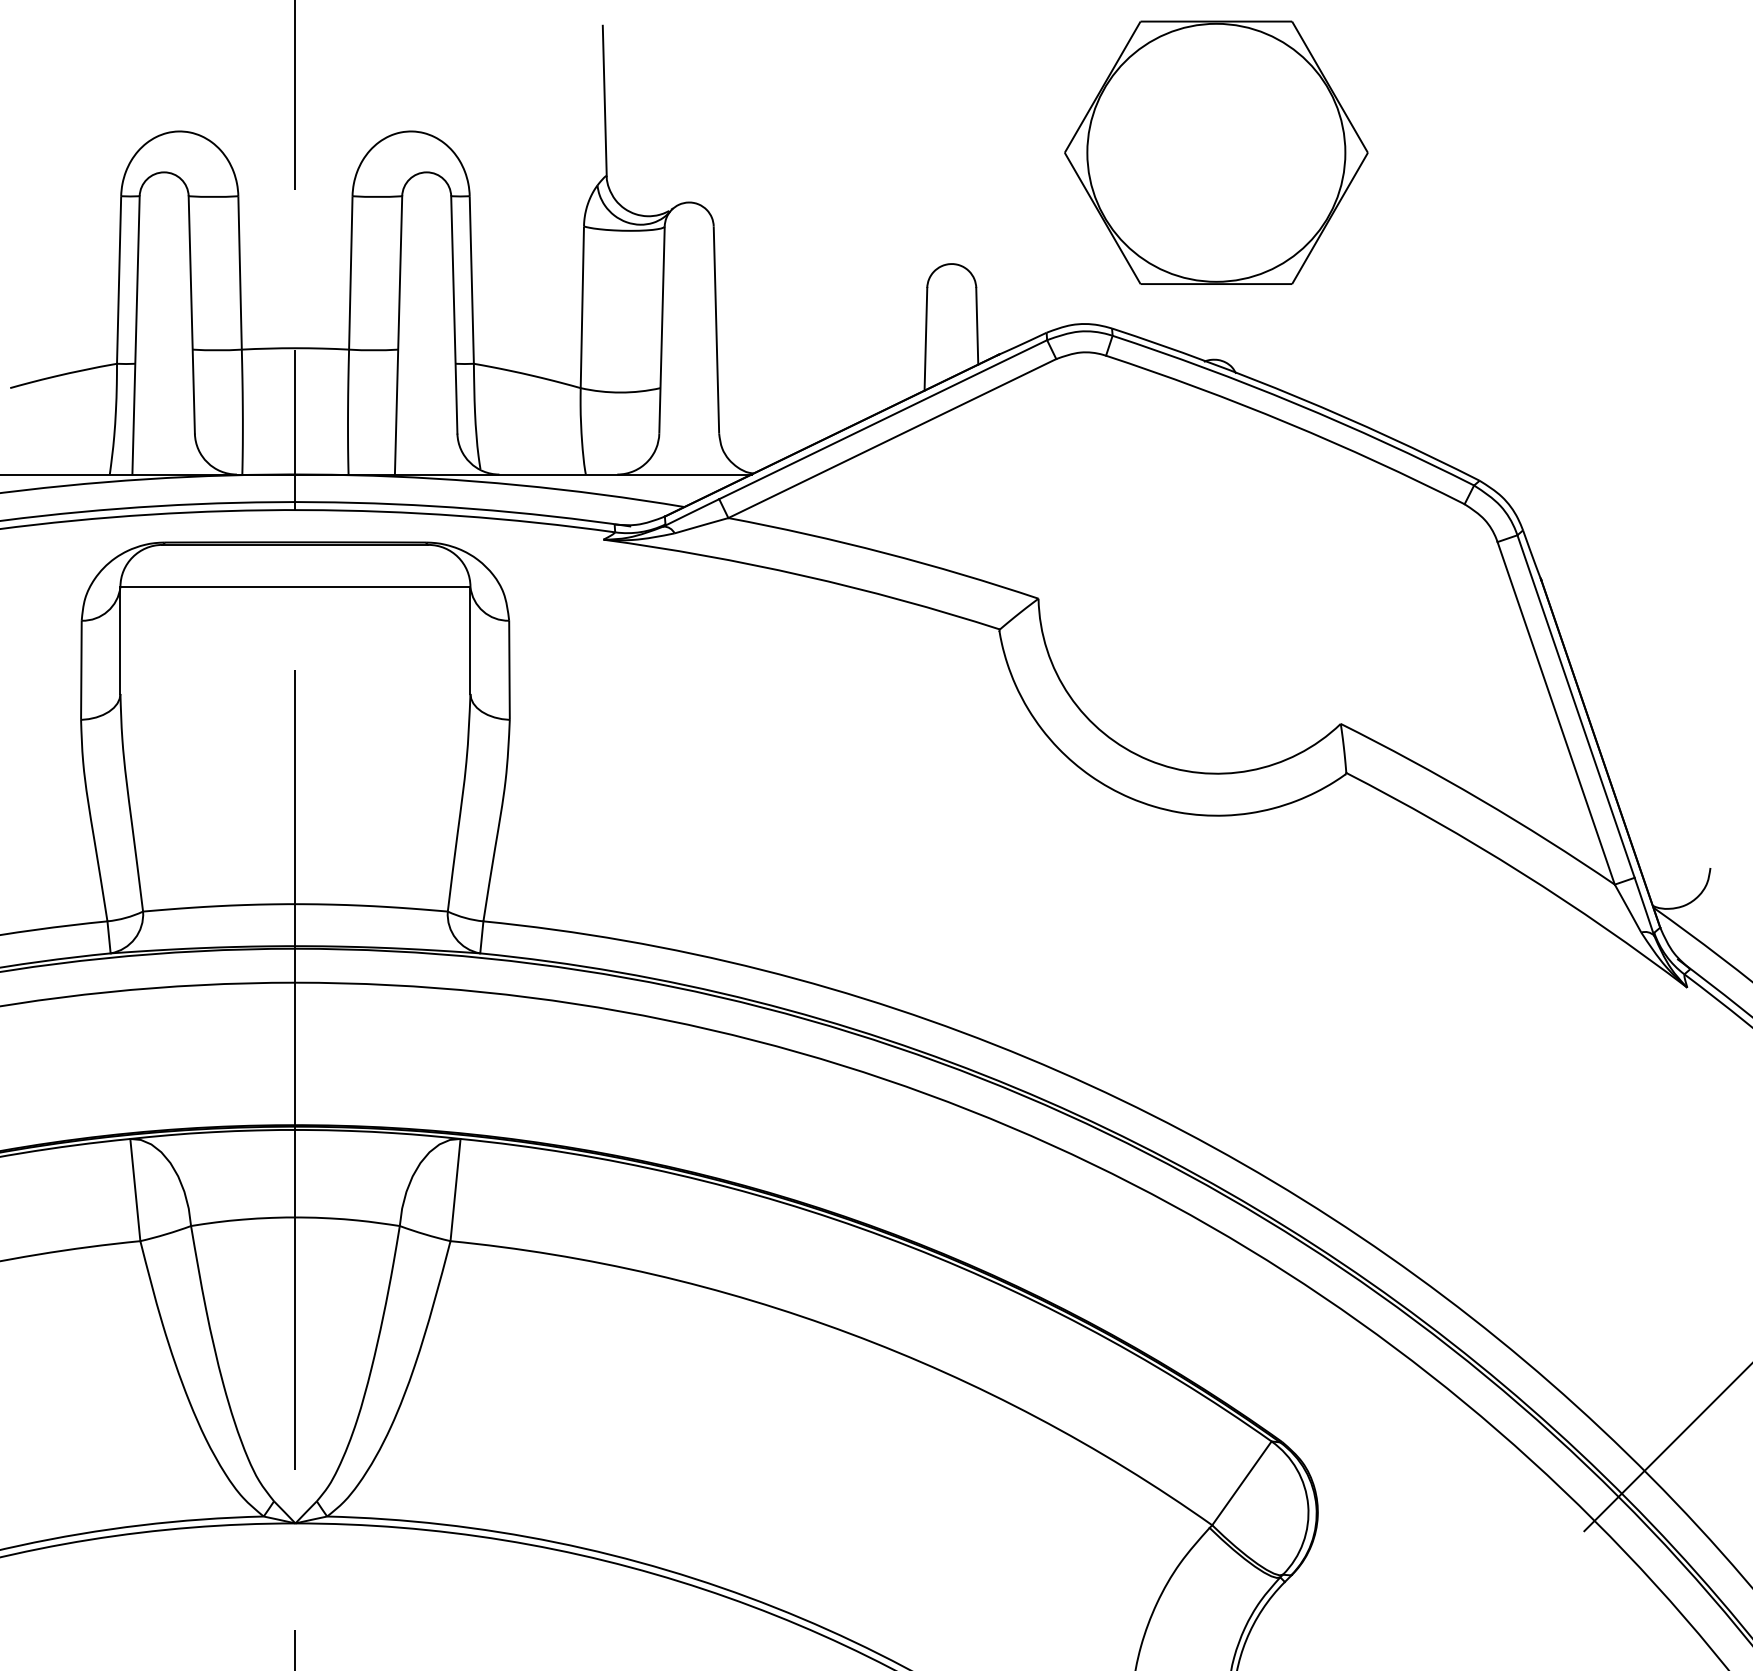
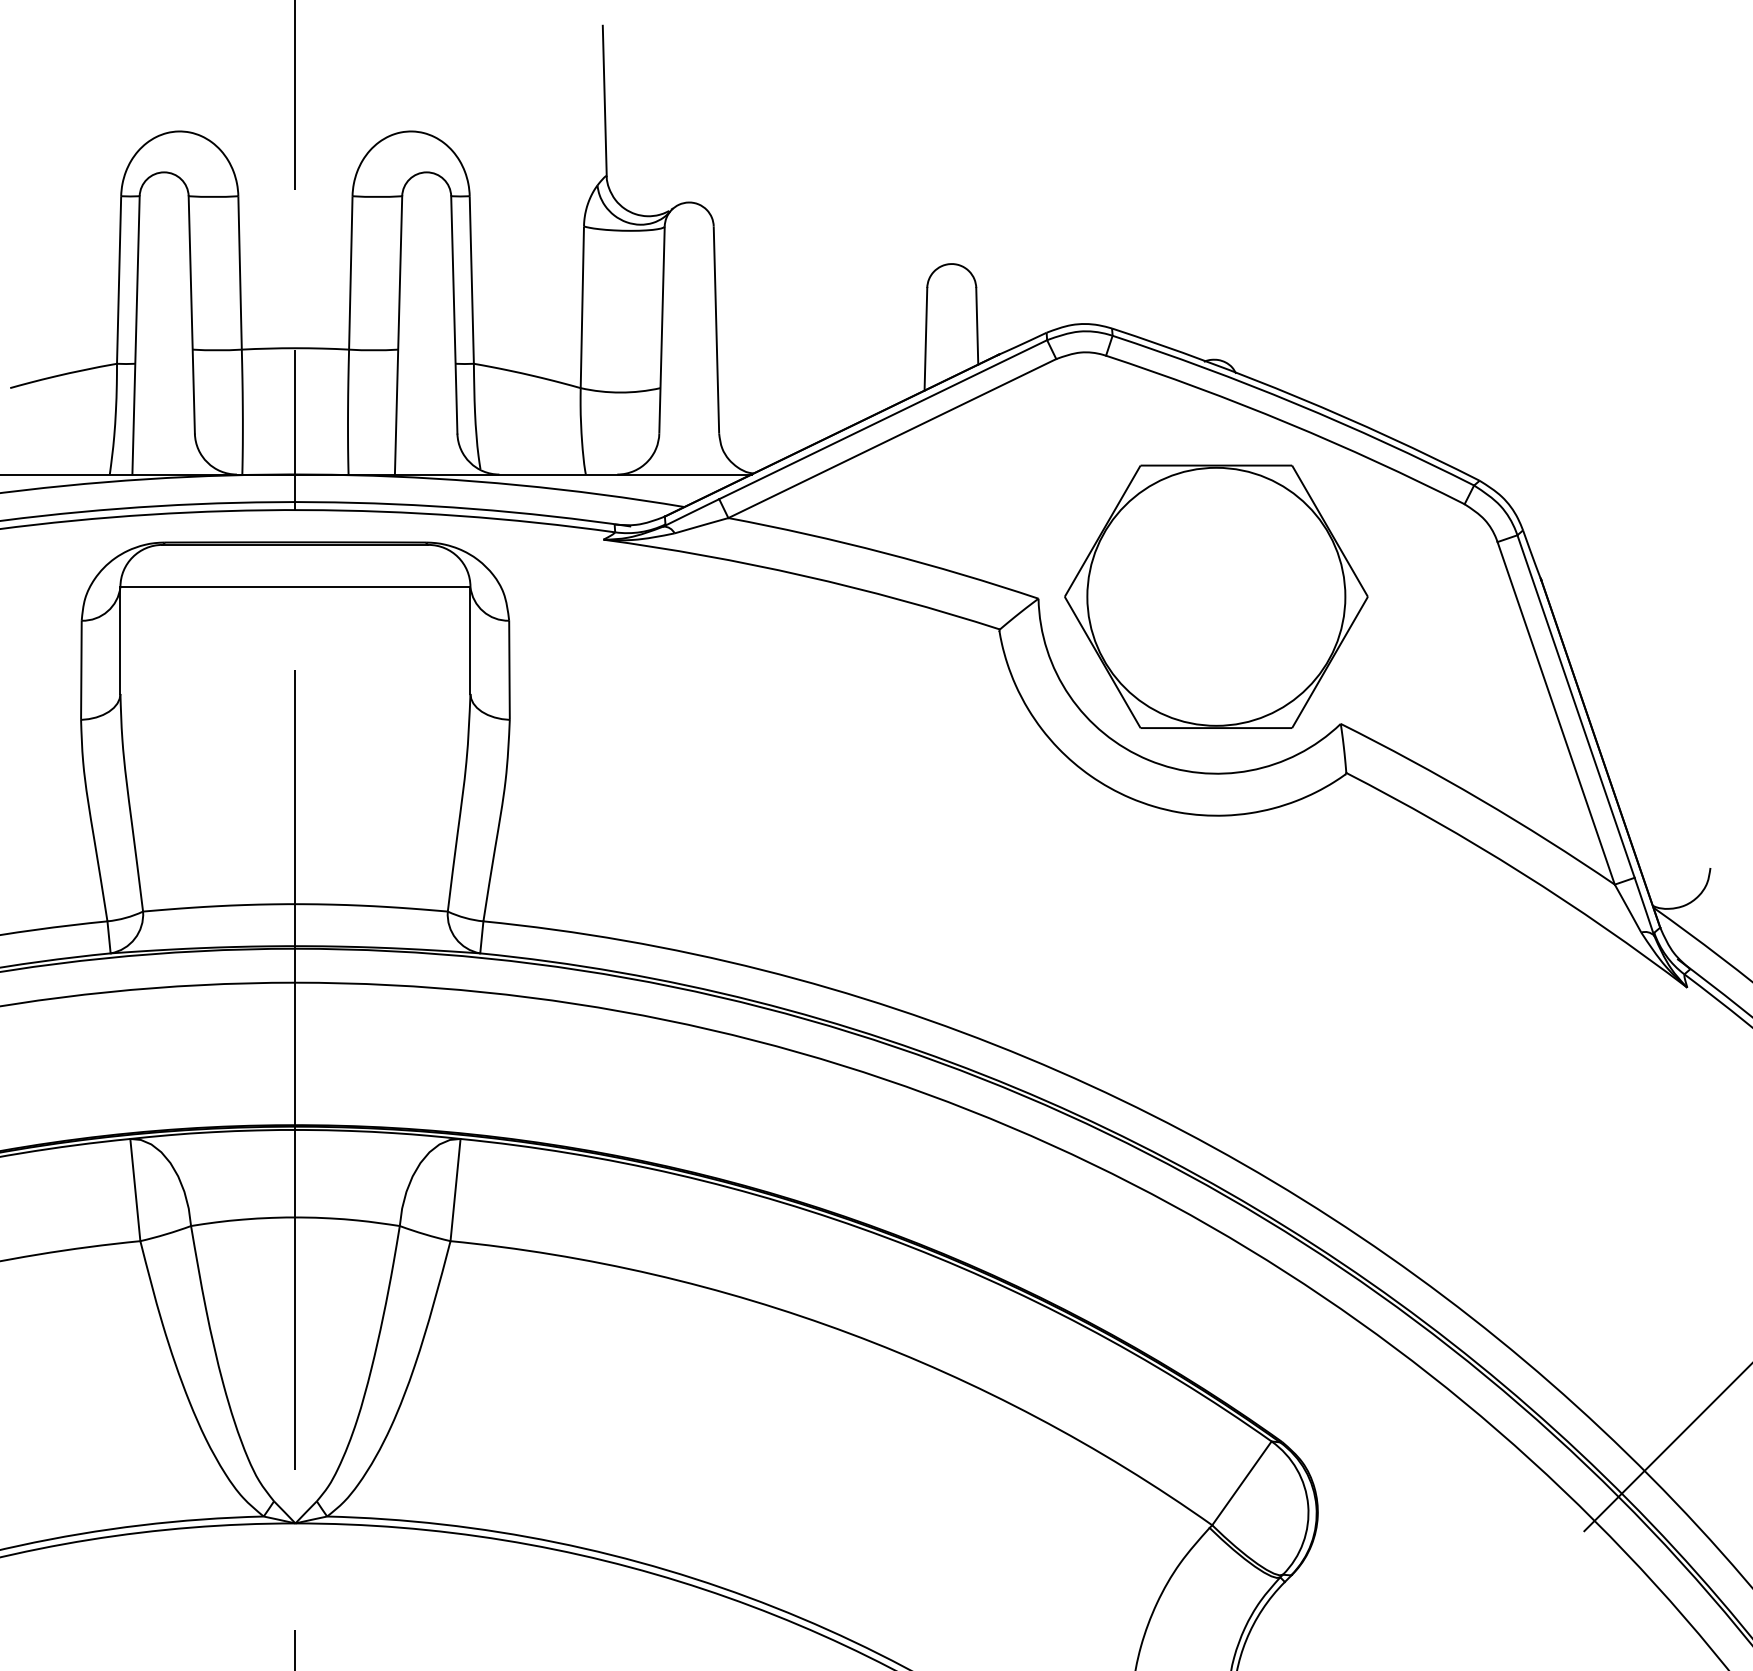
part at (1216, 152) position: (1216, 152) -> (1216, 596)
